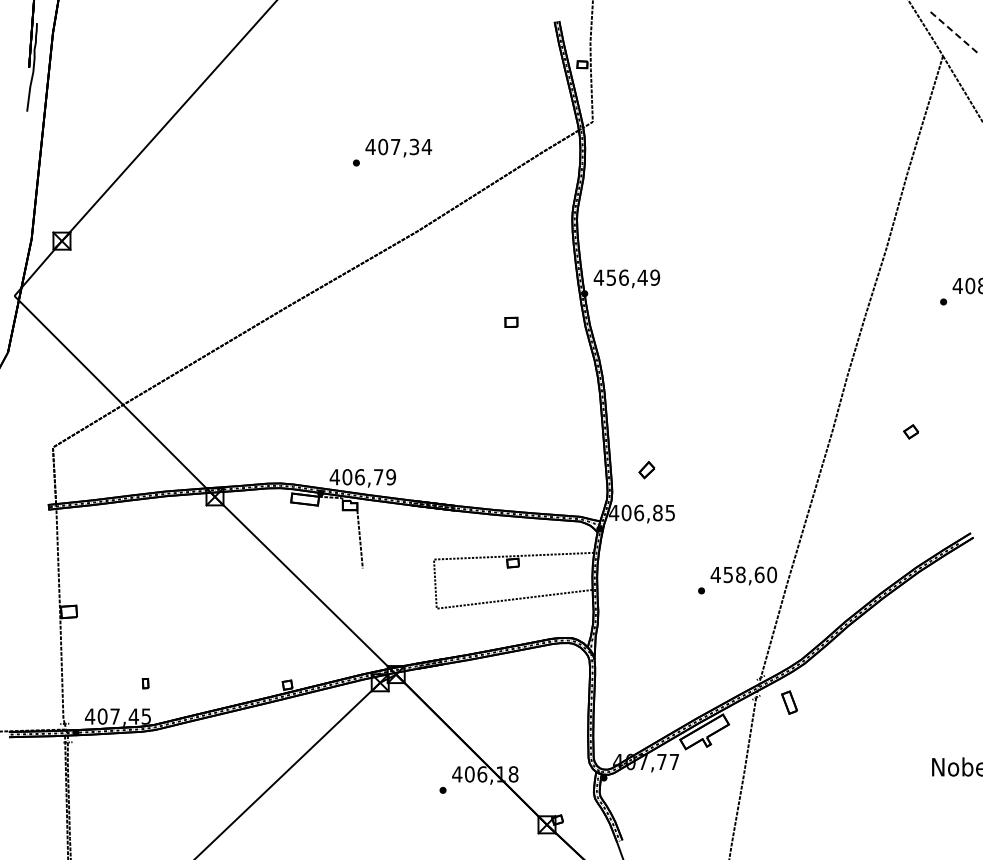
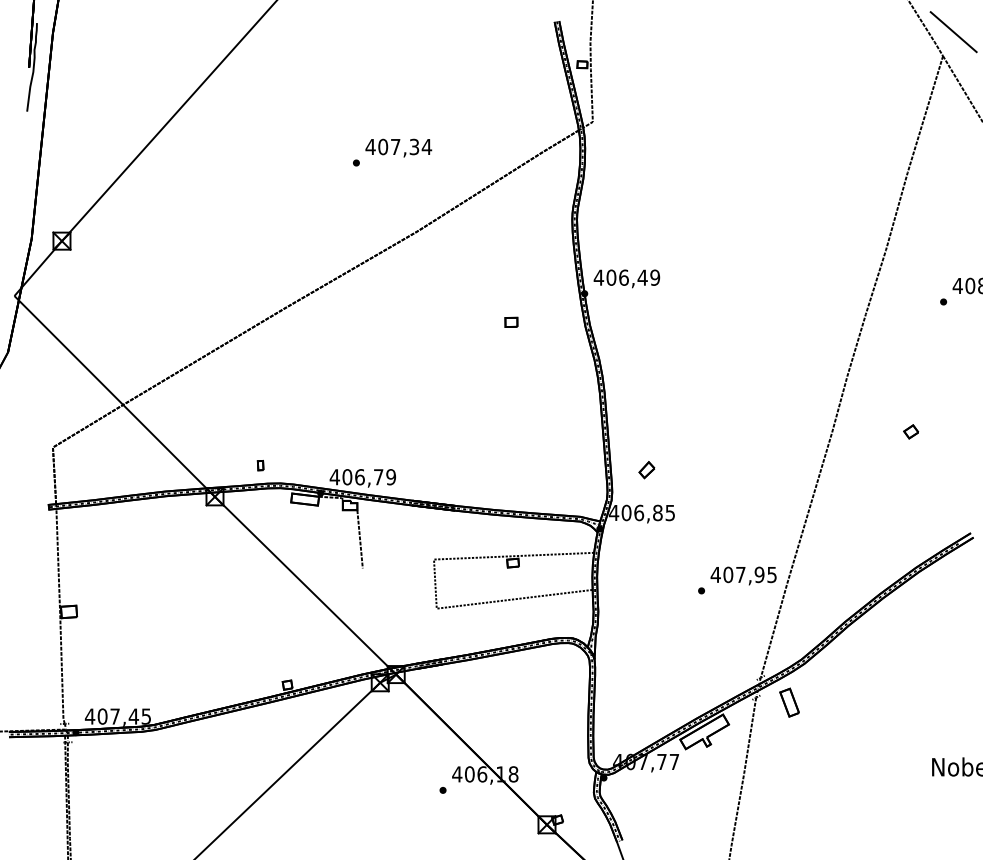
line at (953, 31): dashed -> solid
text at (611, 277): 456,49 -> 406,49
text at (750, 574): 458,60 -> 407,95
part at (145, 683) position: (145, 683) -> (260, 465)
part at (789, 702) size: 17x25 px -> 21x31 px
